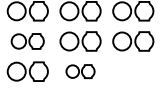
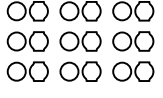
part at (27, 41) size: 35x17 px -> 43x21 px
part at (80, 71) size: 31x16 px -> 43x21 px
part at (133, 71): none -> present
